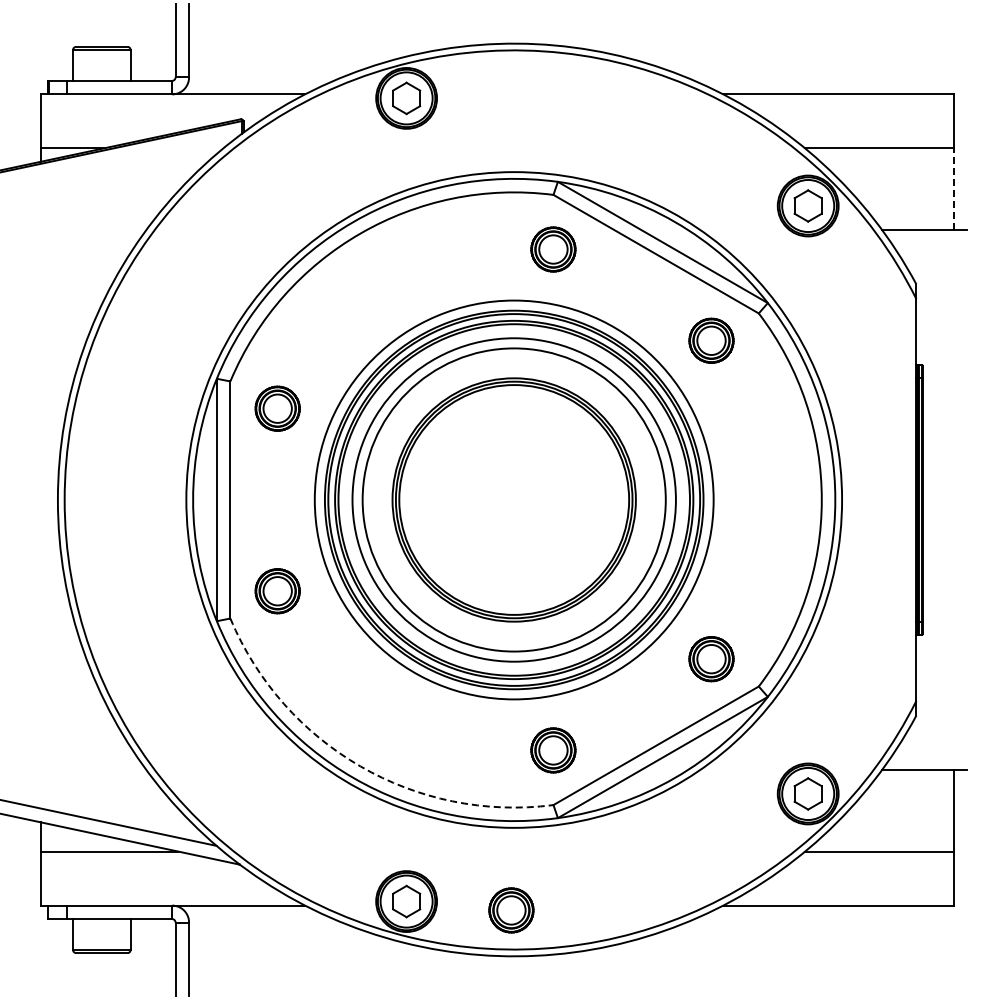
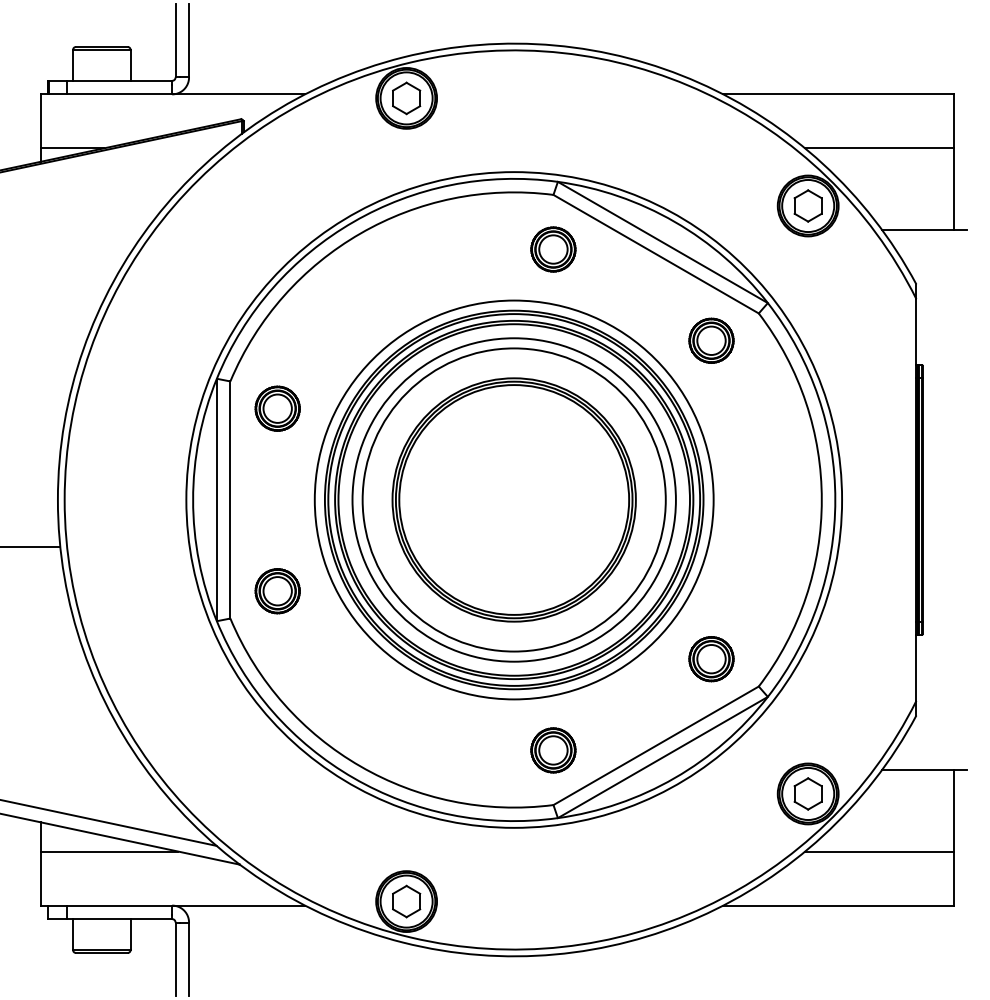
line at (953, 189): dashed -> solid
line at (31, 547): none -> present
arc at (360, 766): dashed -> solid
part at (511, 910): present -> none
